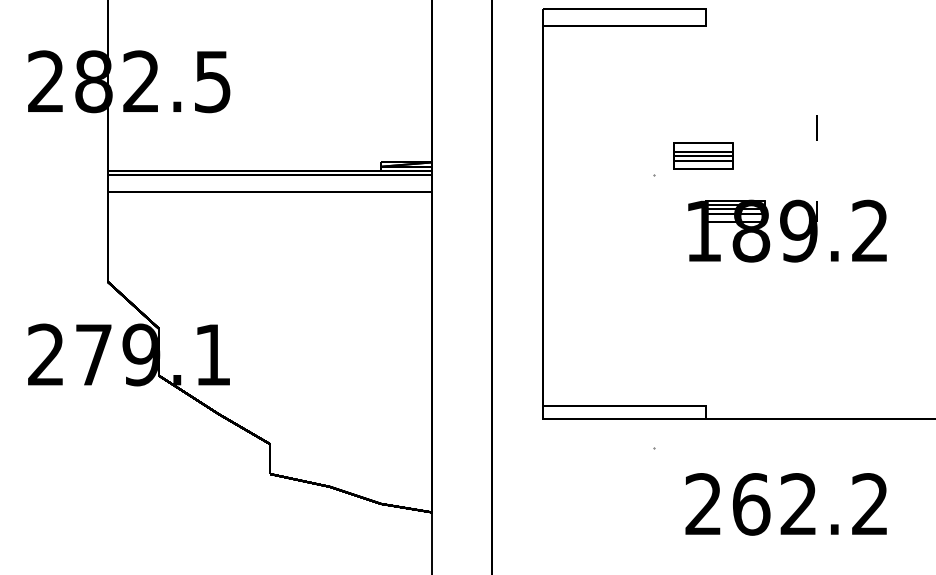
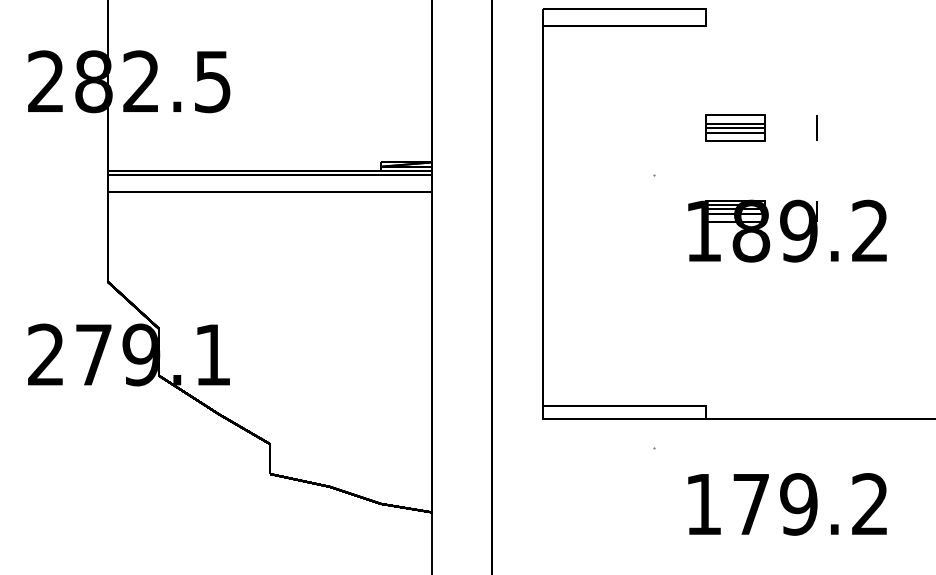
part at (703, 155) position: (703, 155) -> (735, 127)
text at (751, 504): 262.2 -> 179.2
